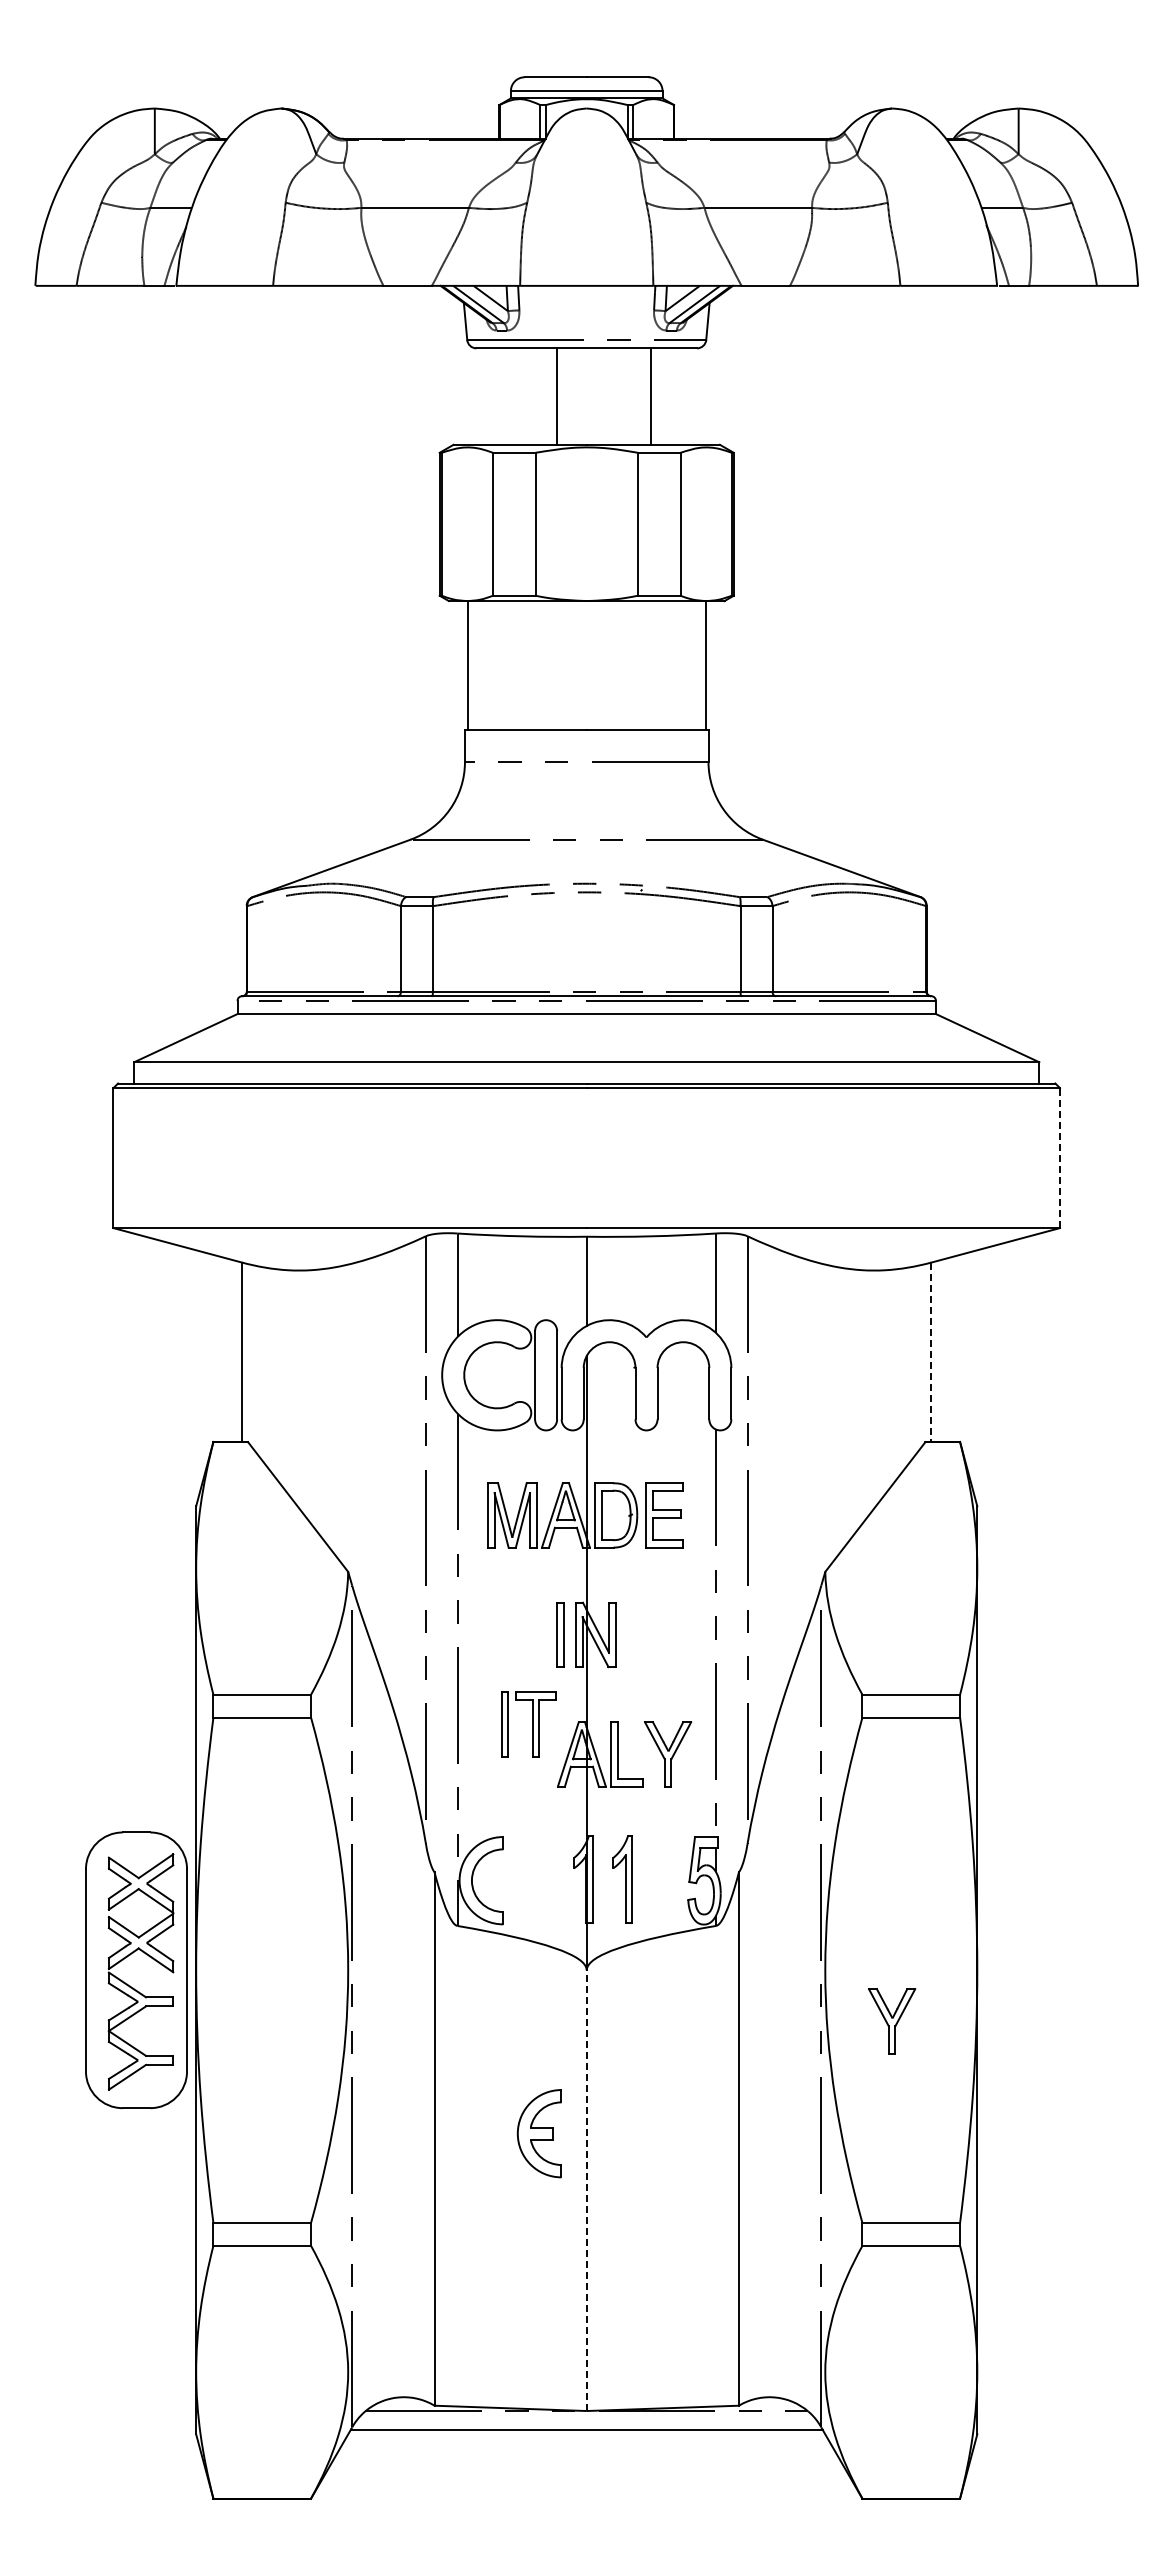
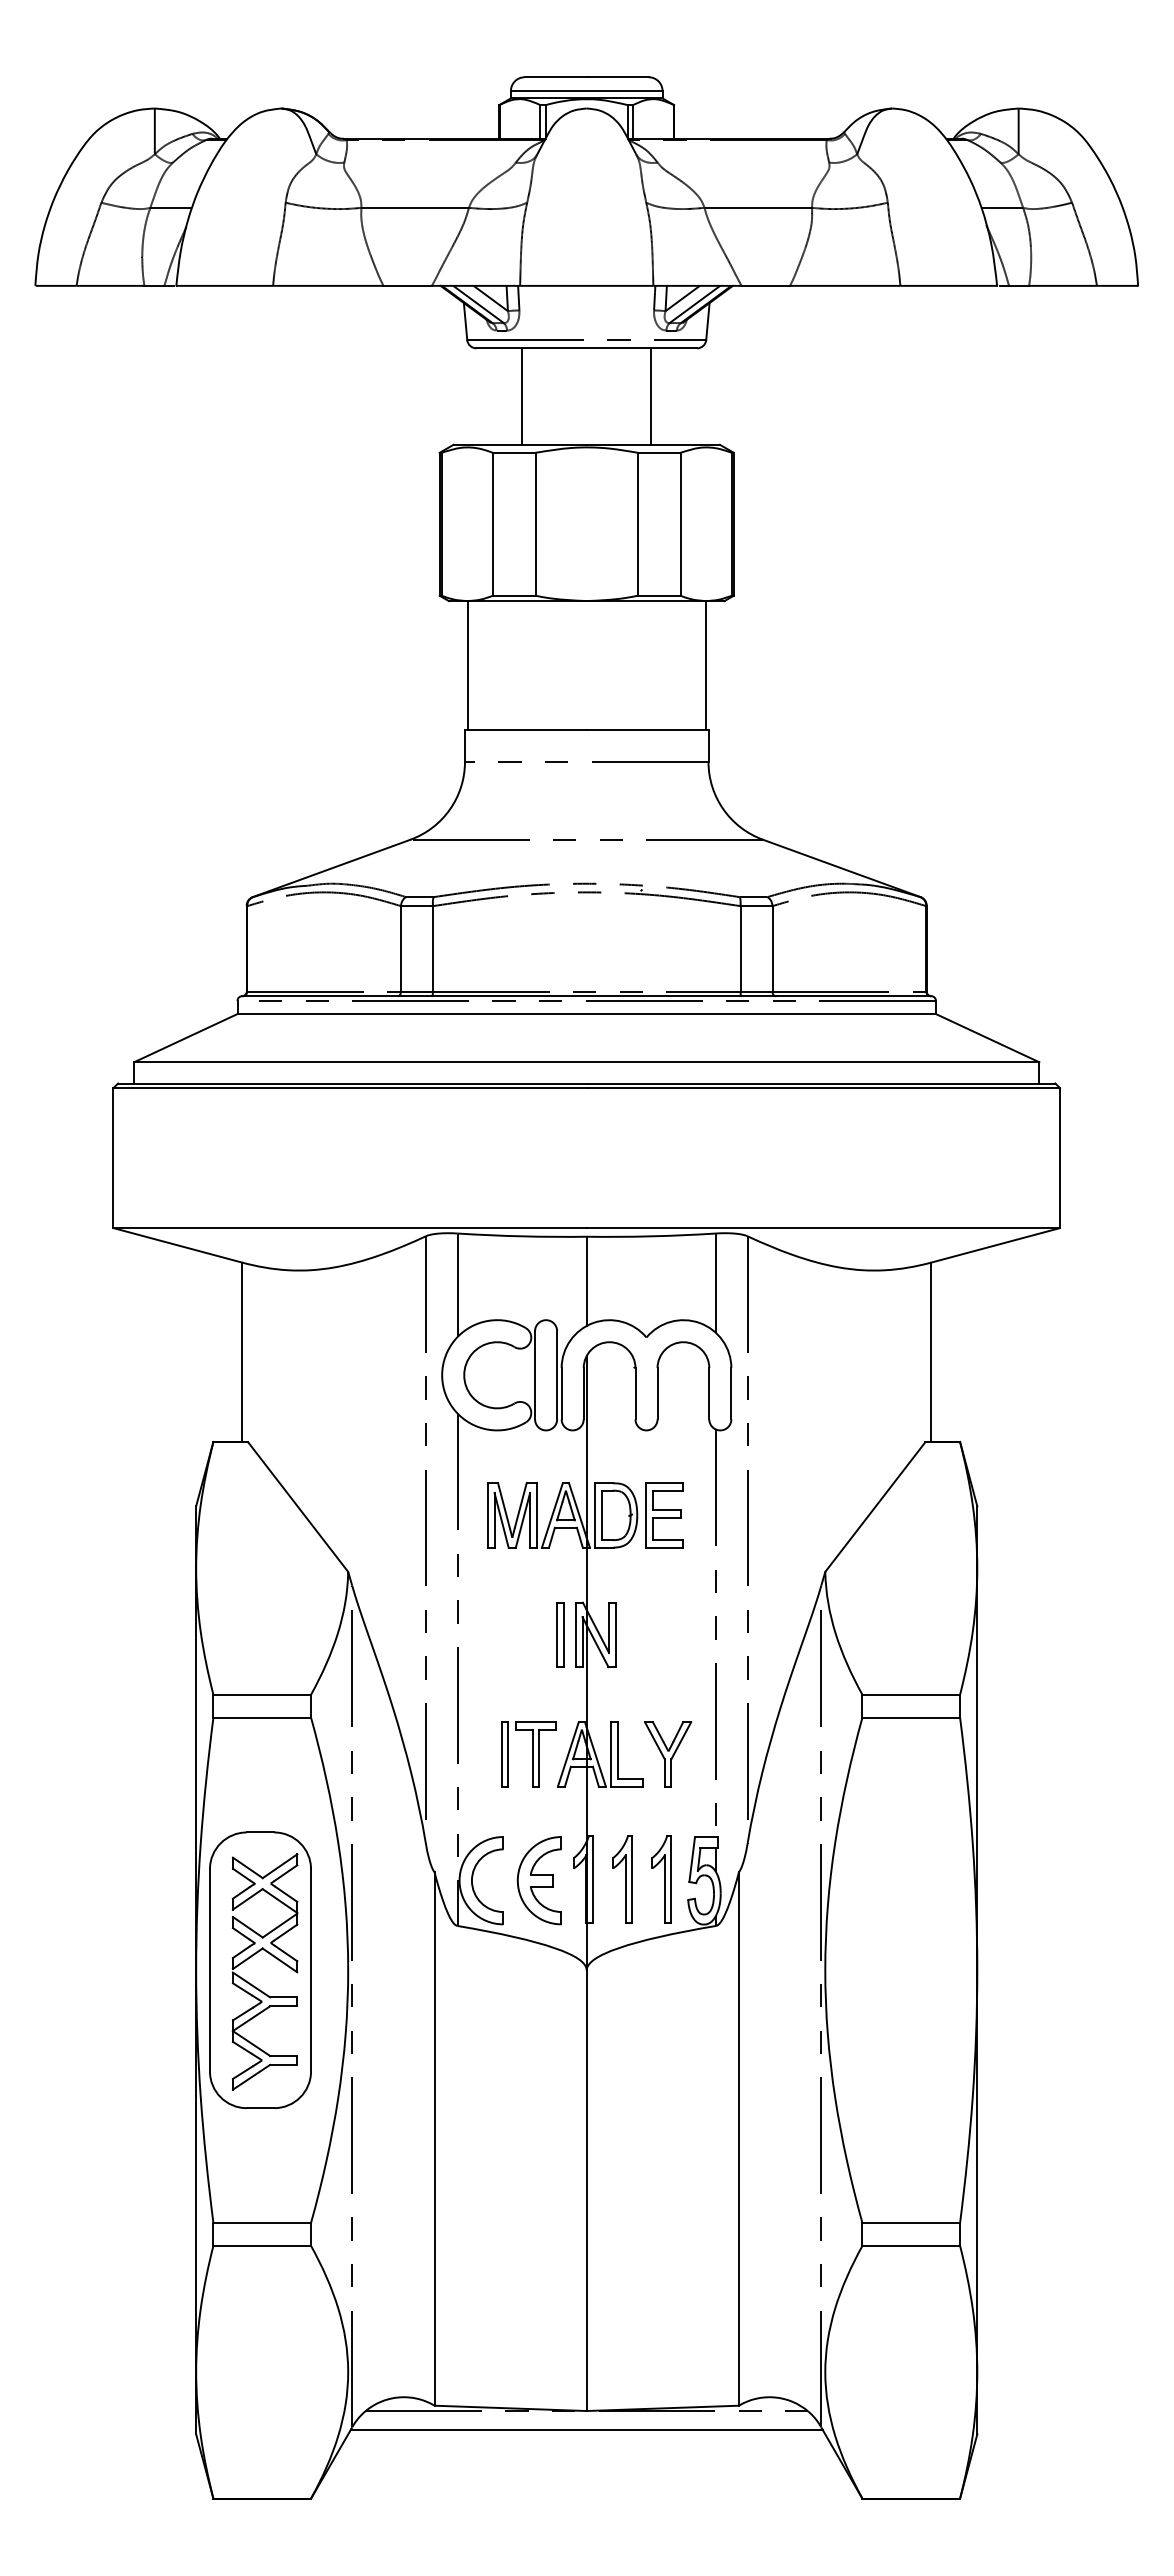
line at (557, 396) position: (557, 396) -> (522, 396)
line at (1060, 1158): dashed -> solid
line at (931, 1352): dashed -> solid
part at (528, 1724) position: (528, 1724) -> (528, 1754)
part at (661, 1879): none -> present
part at (136, 1969) position: (136, 1969) -> (260, 1969)
part at (892, 2021): present -> none
part at (538, 2133) position: (538, 2133) -> (538, 1880)
line at (586, 2190): dashed -> solid
